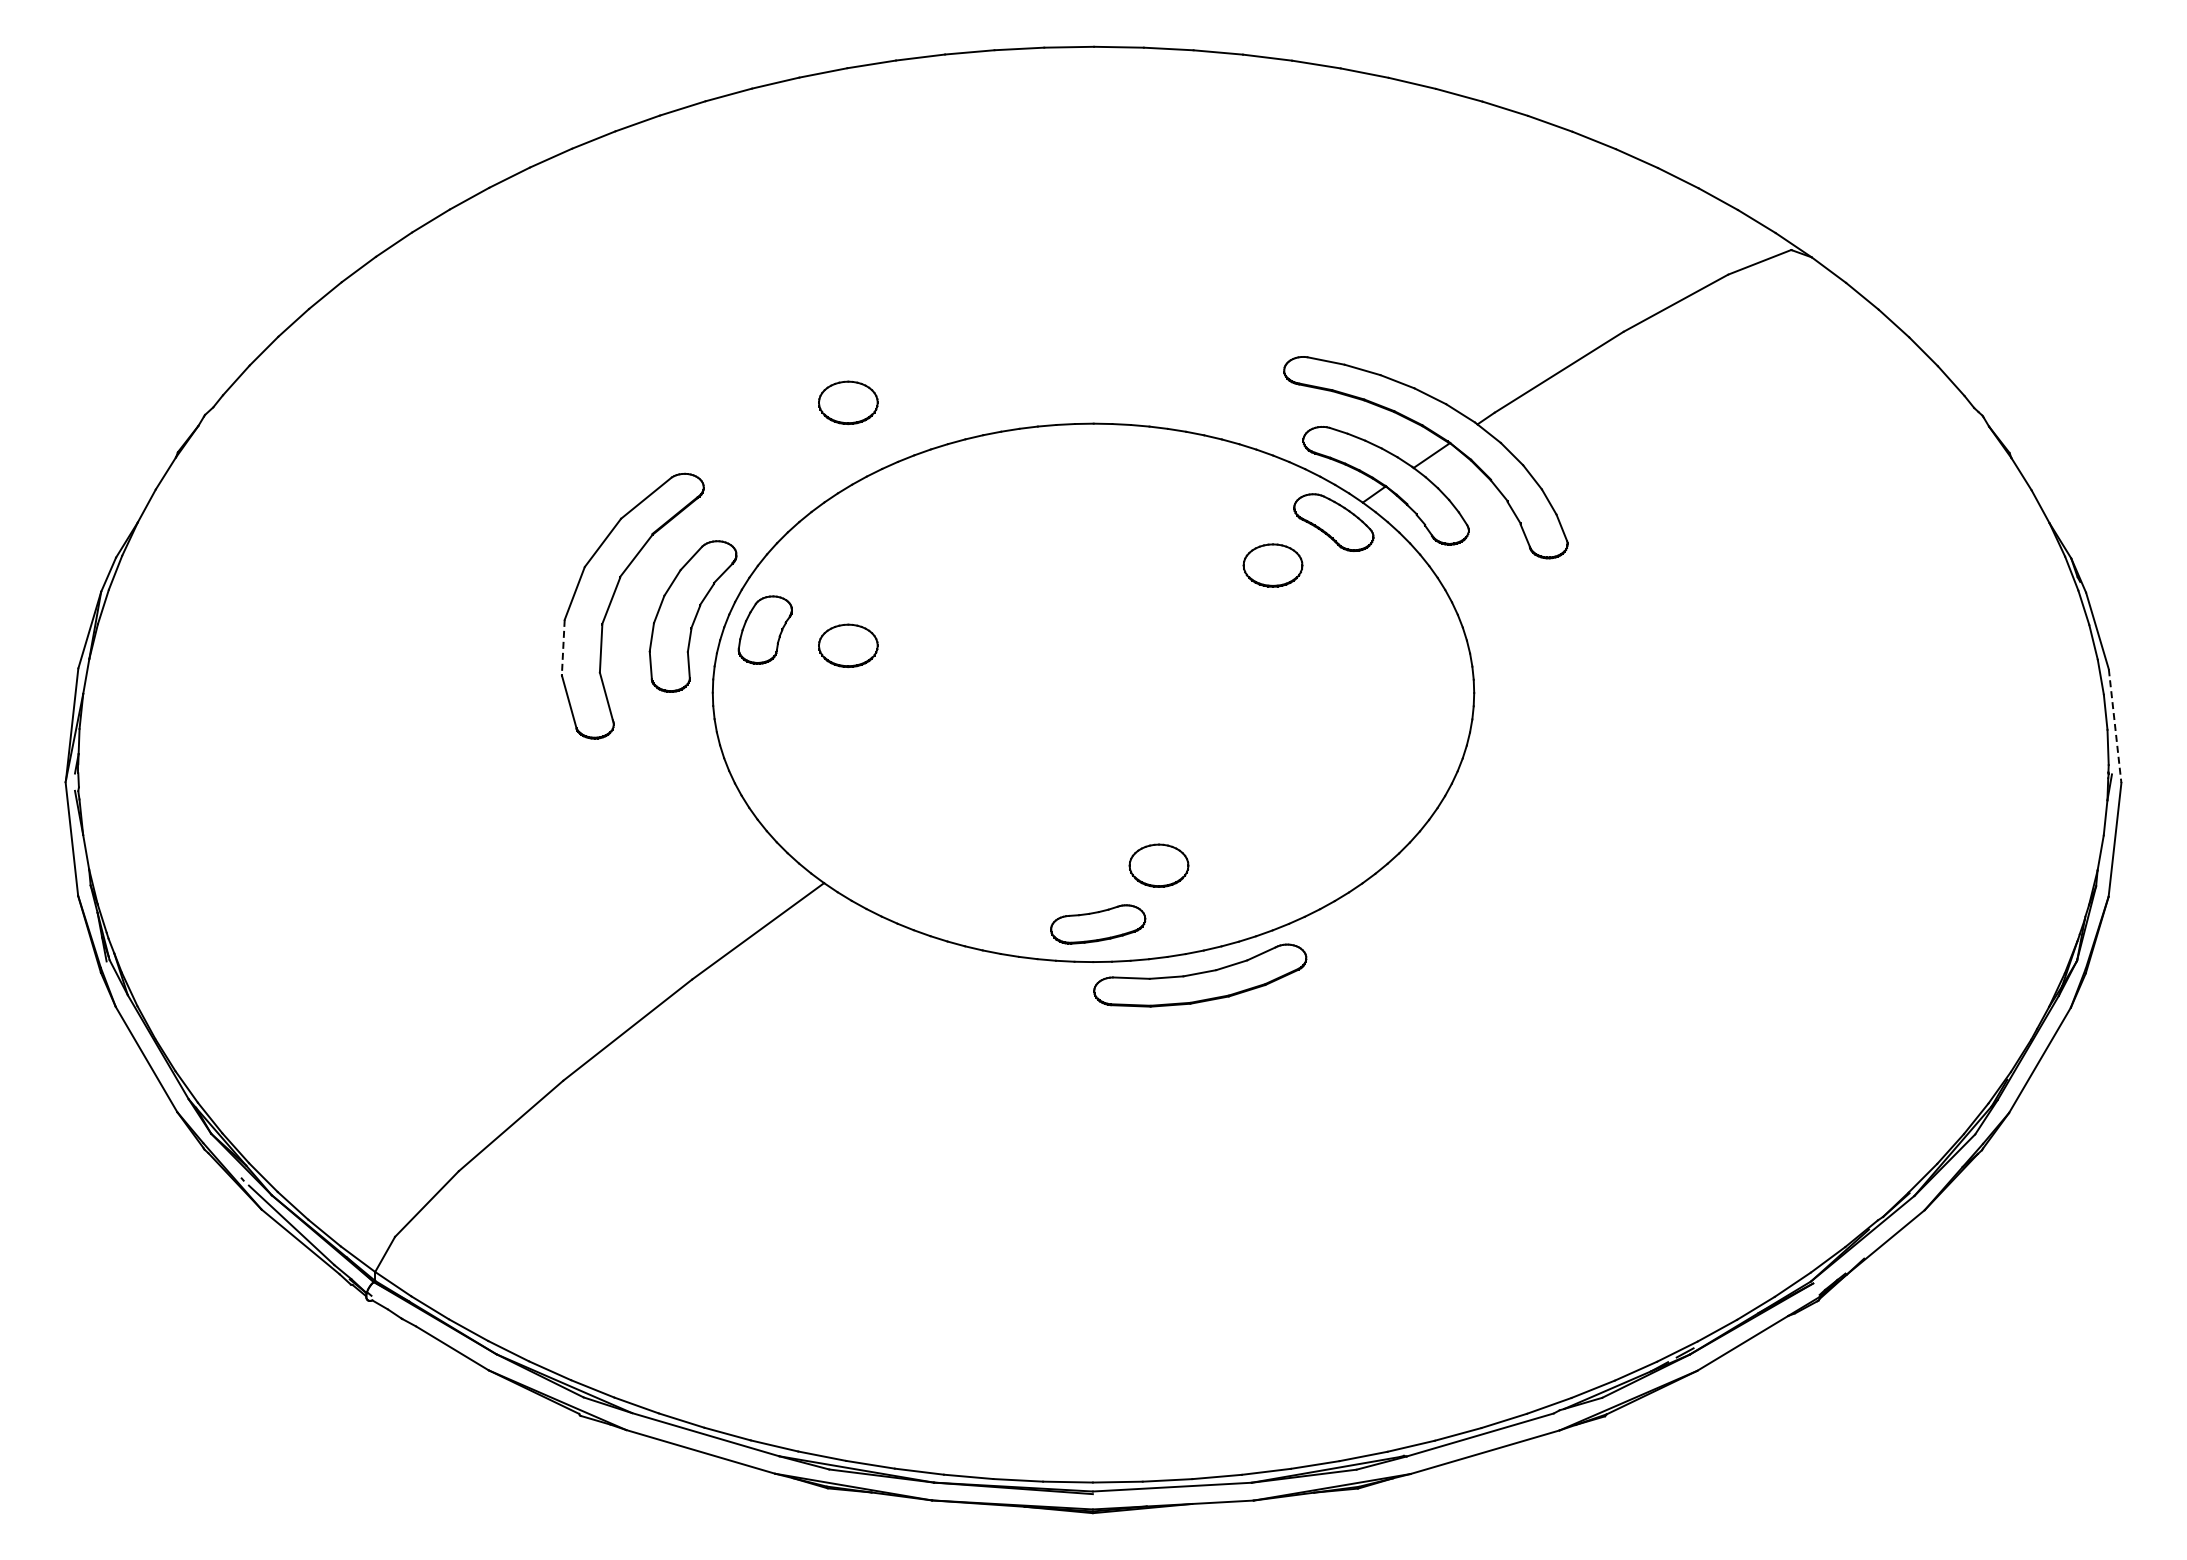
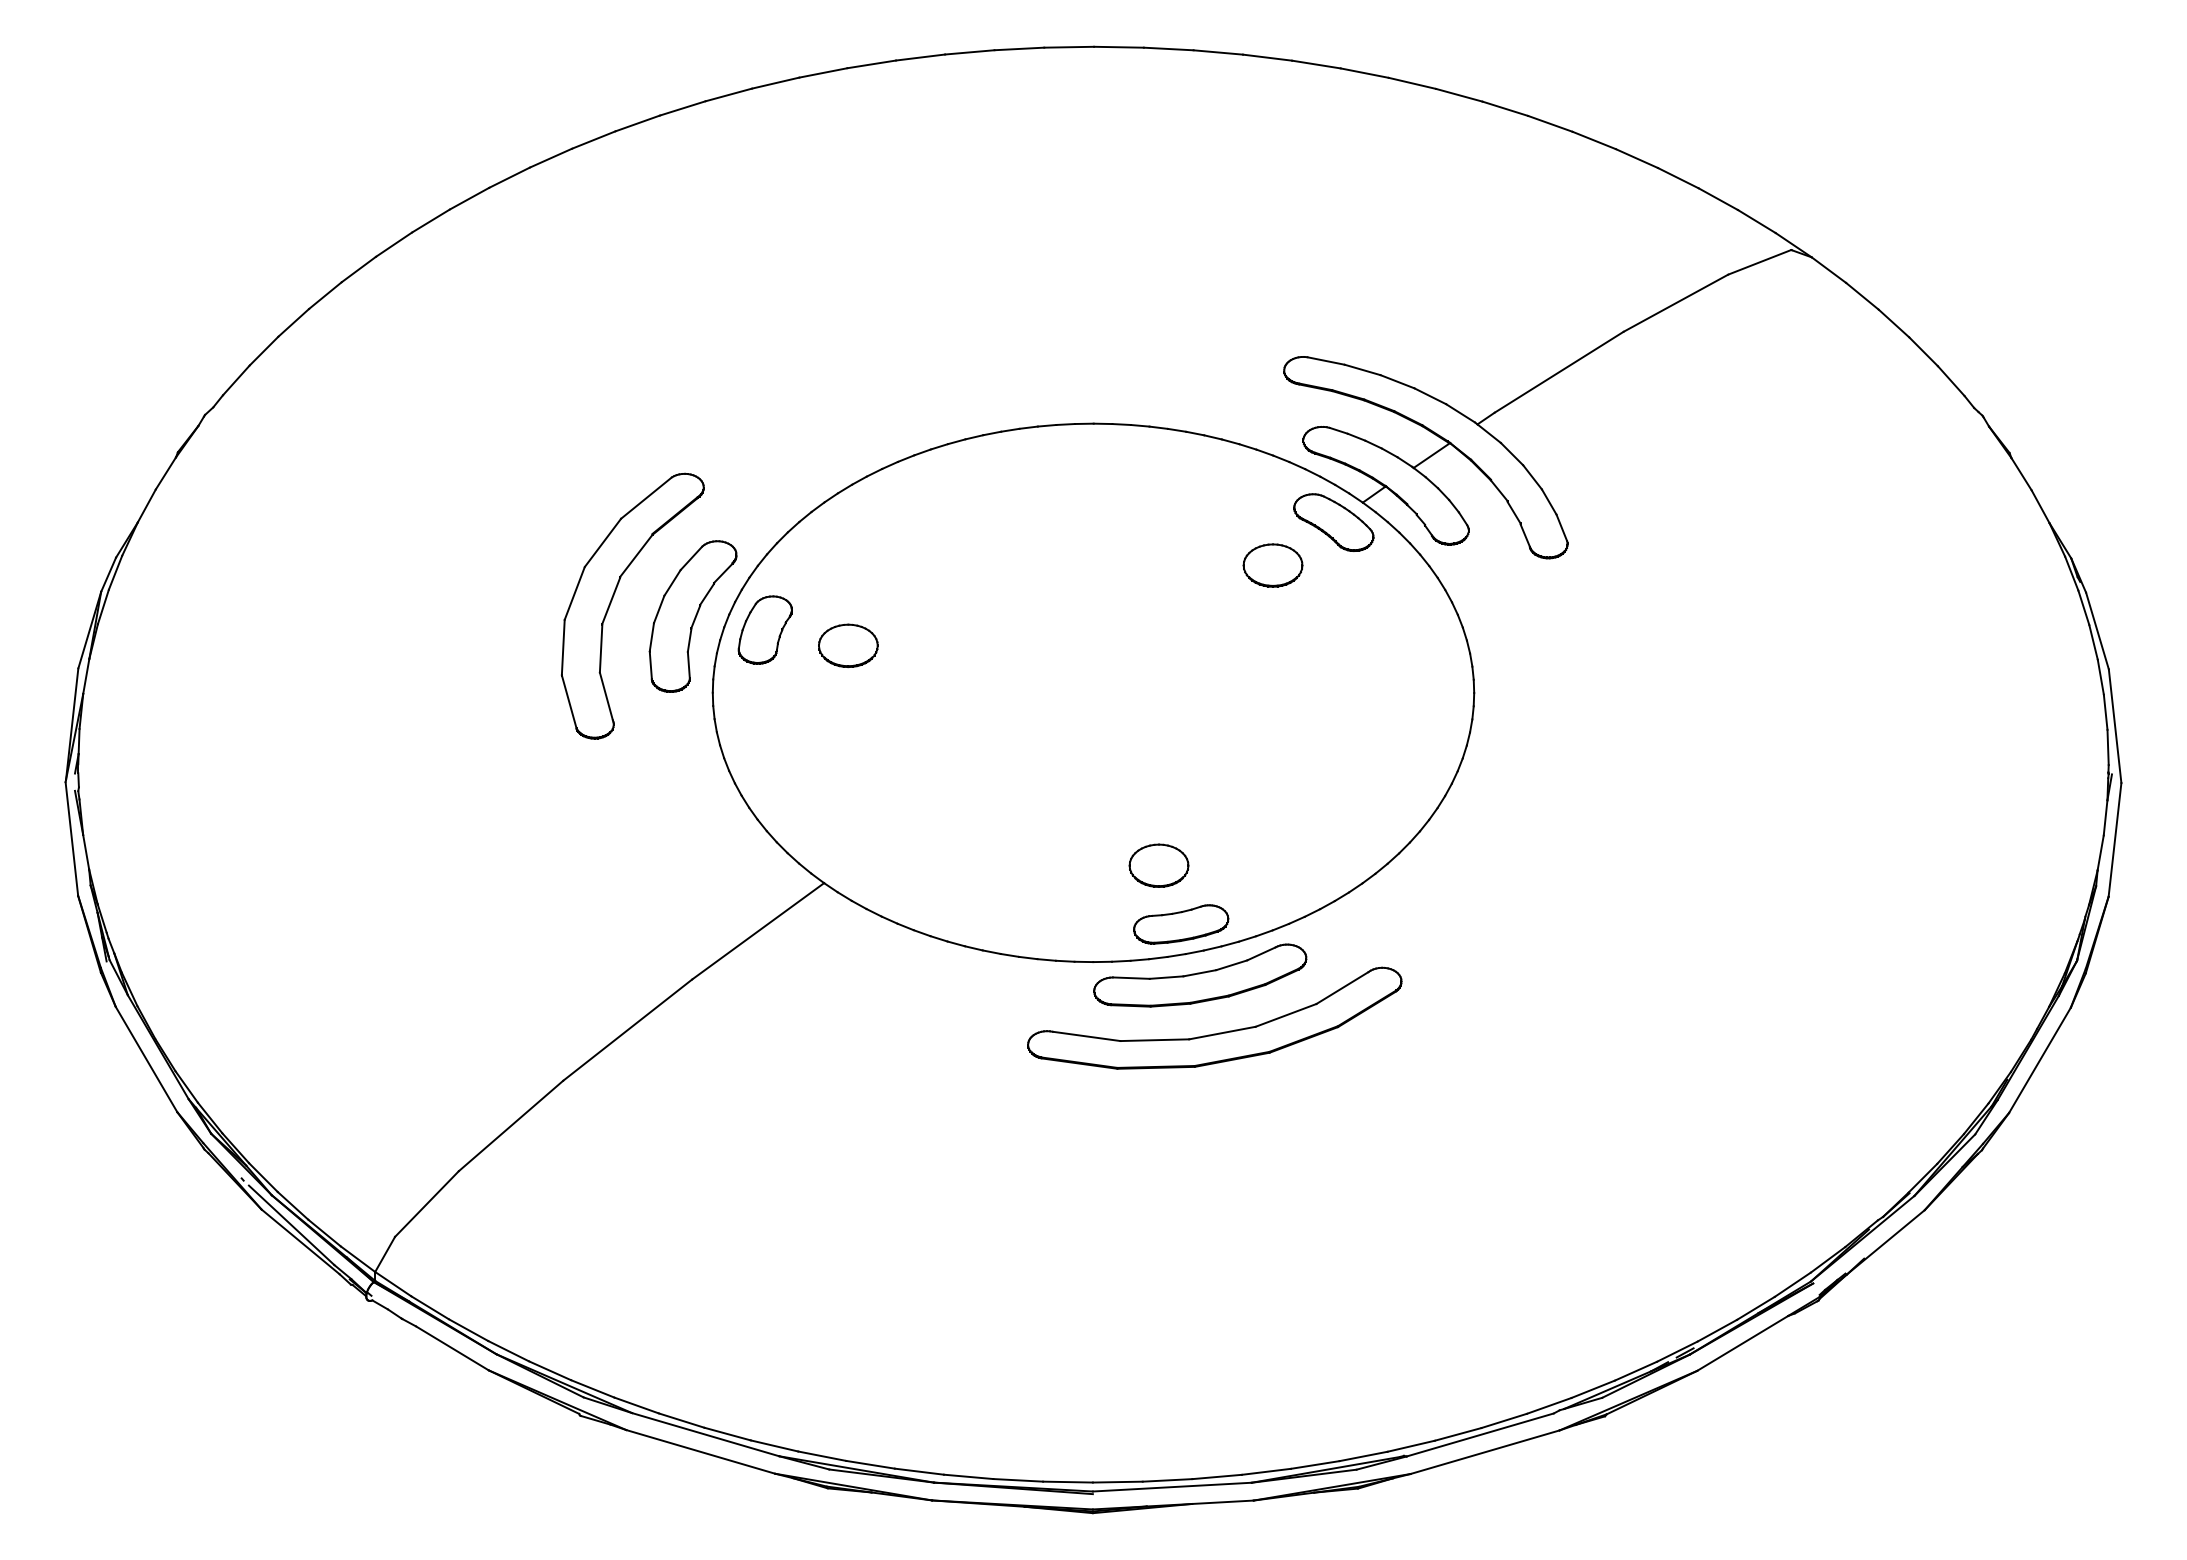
part at (848, 402): present -> none
line at (563, 647): dashed -> solid
line at (2115, 726): dashed -> solid
part at (1098, 924) position: (1098, 924) -> (1181, 924)
part at (1218, 1032): none -> present
